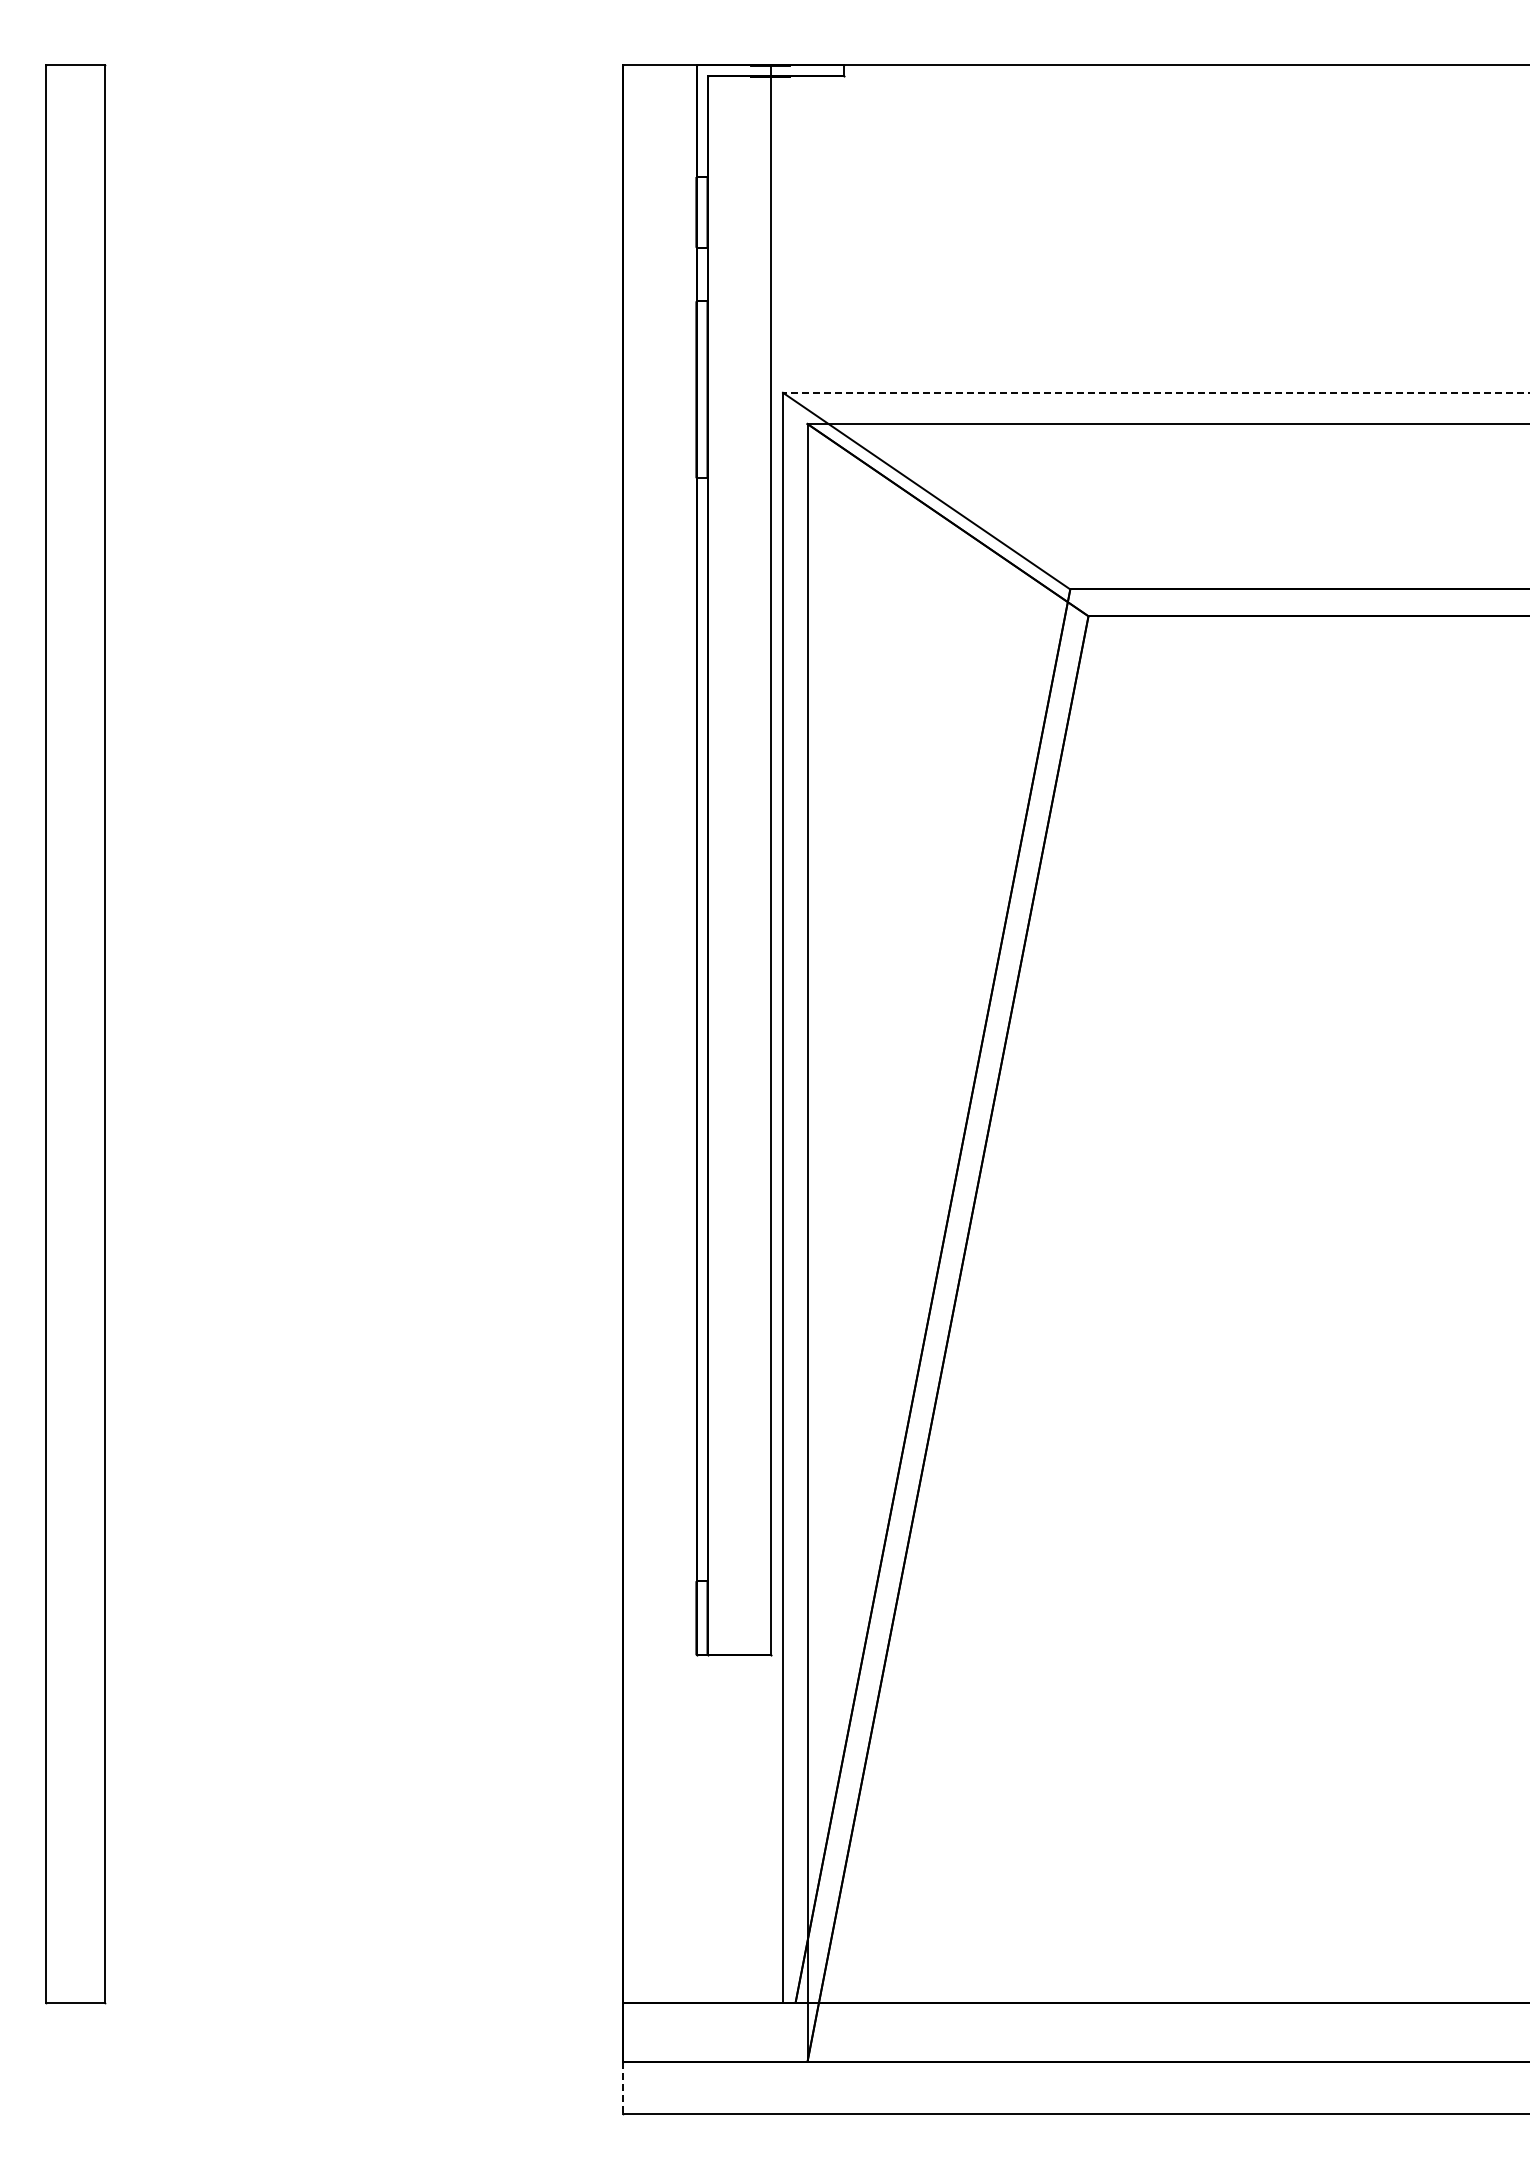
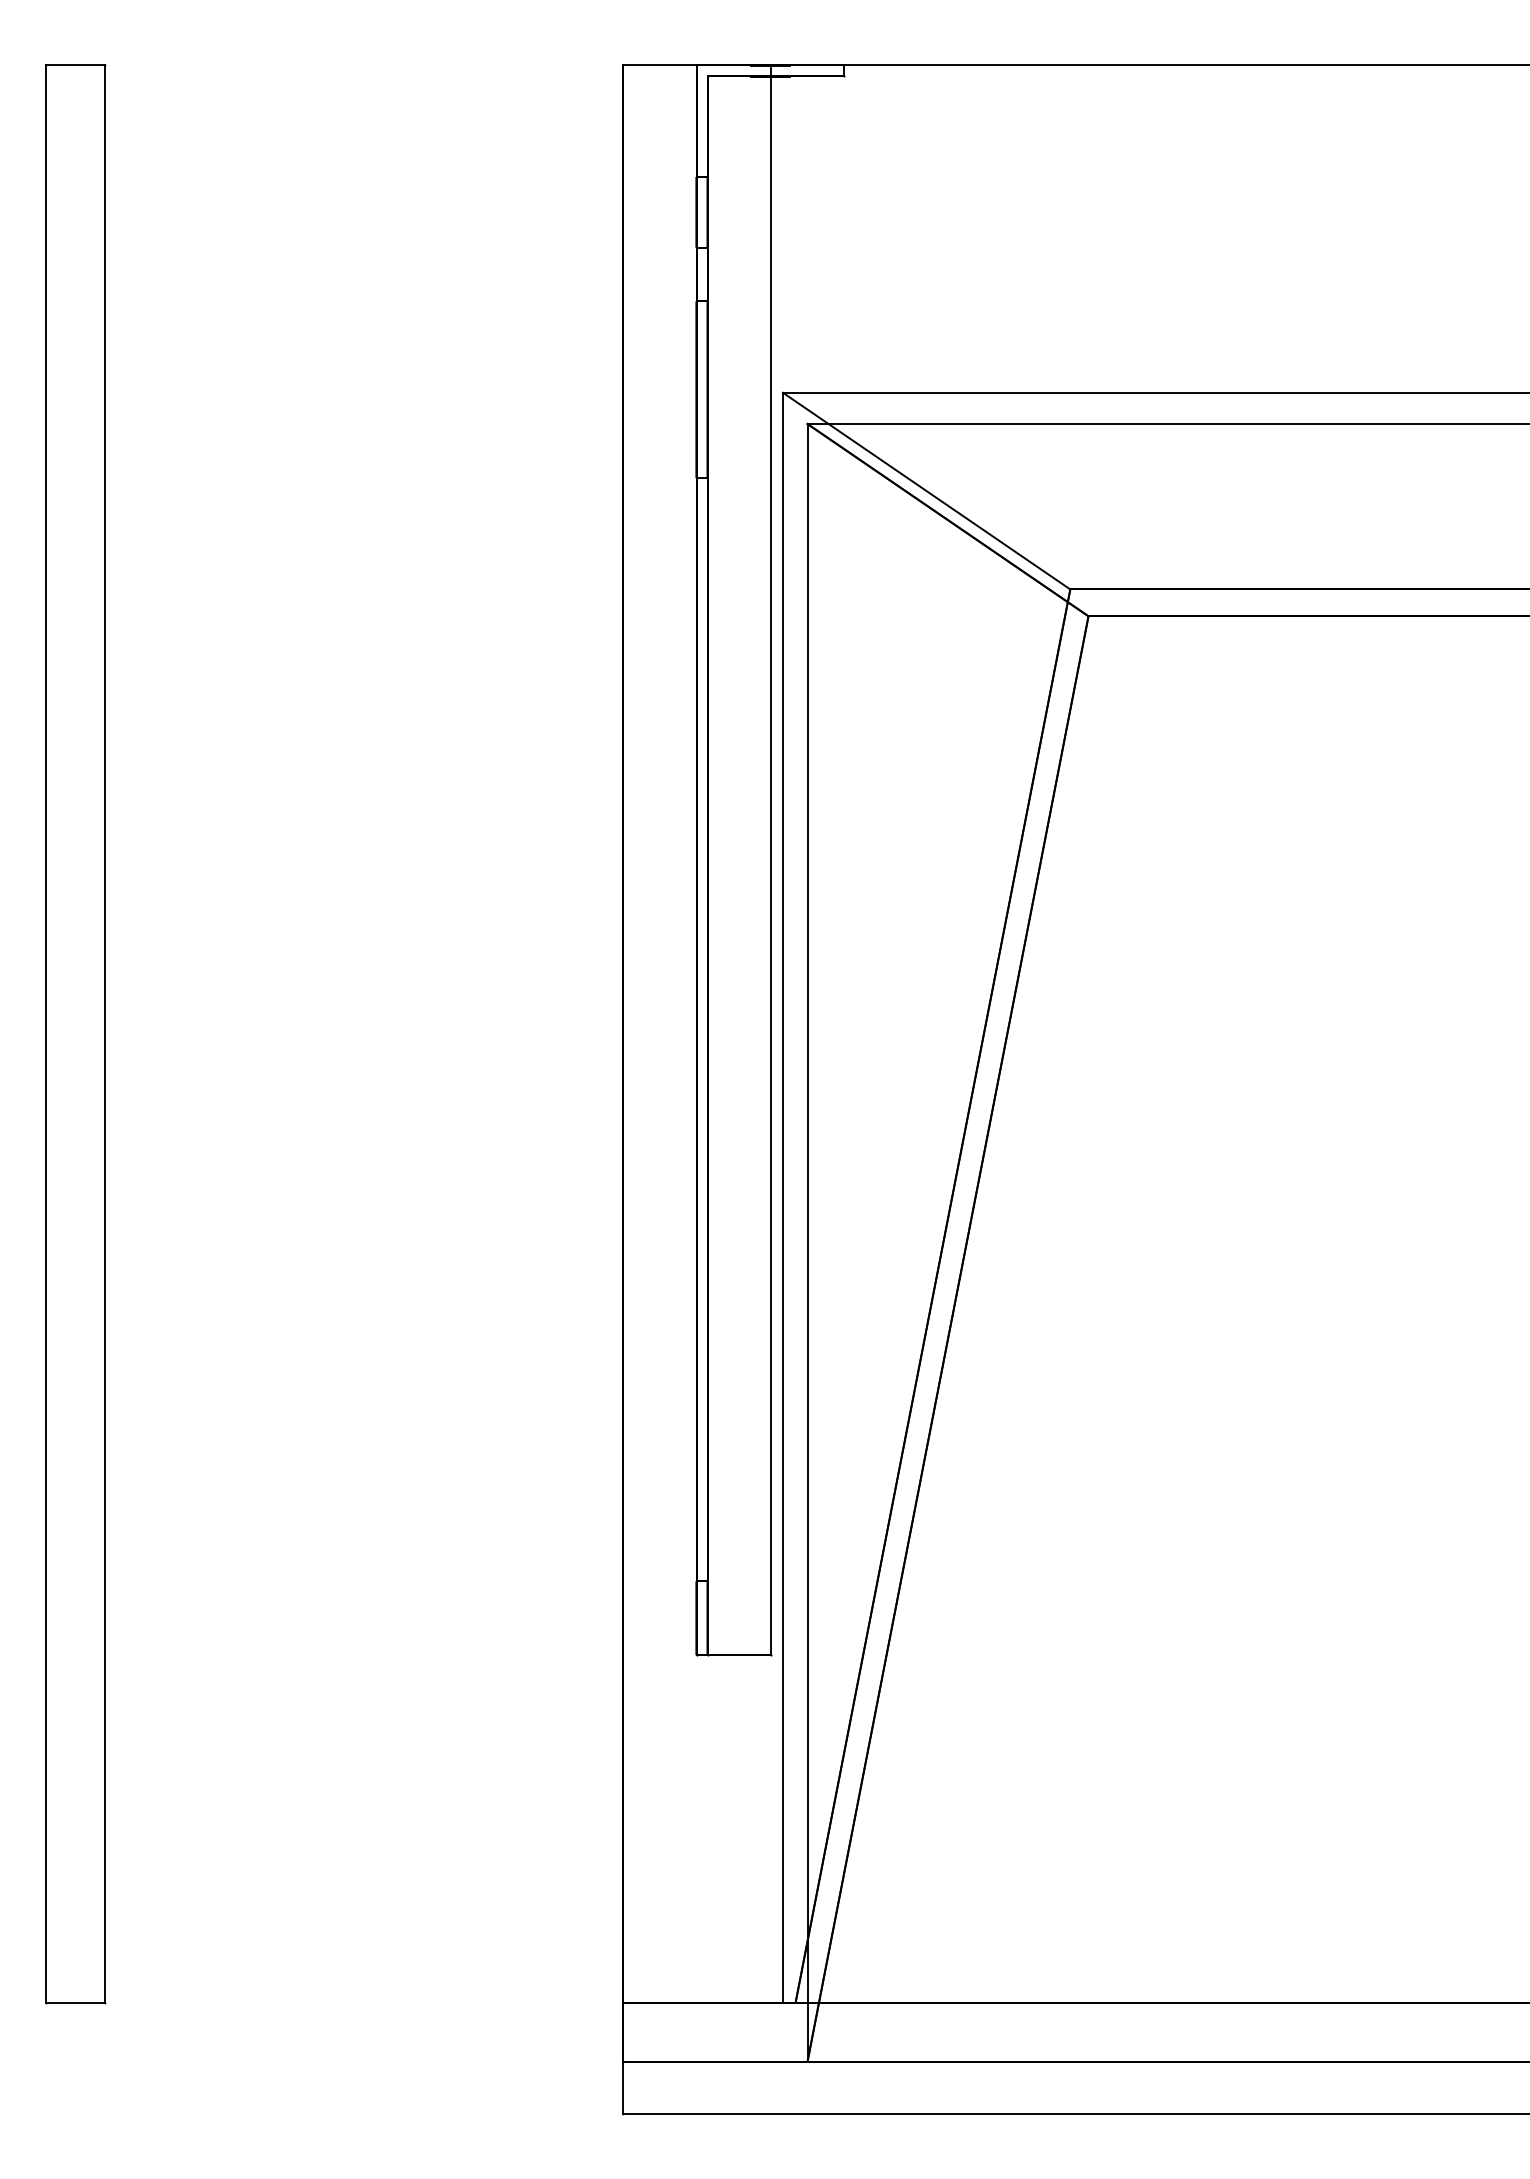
line at (1155, 392): dashed -> solid
line at (622, 2087): dashed -> solid
